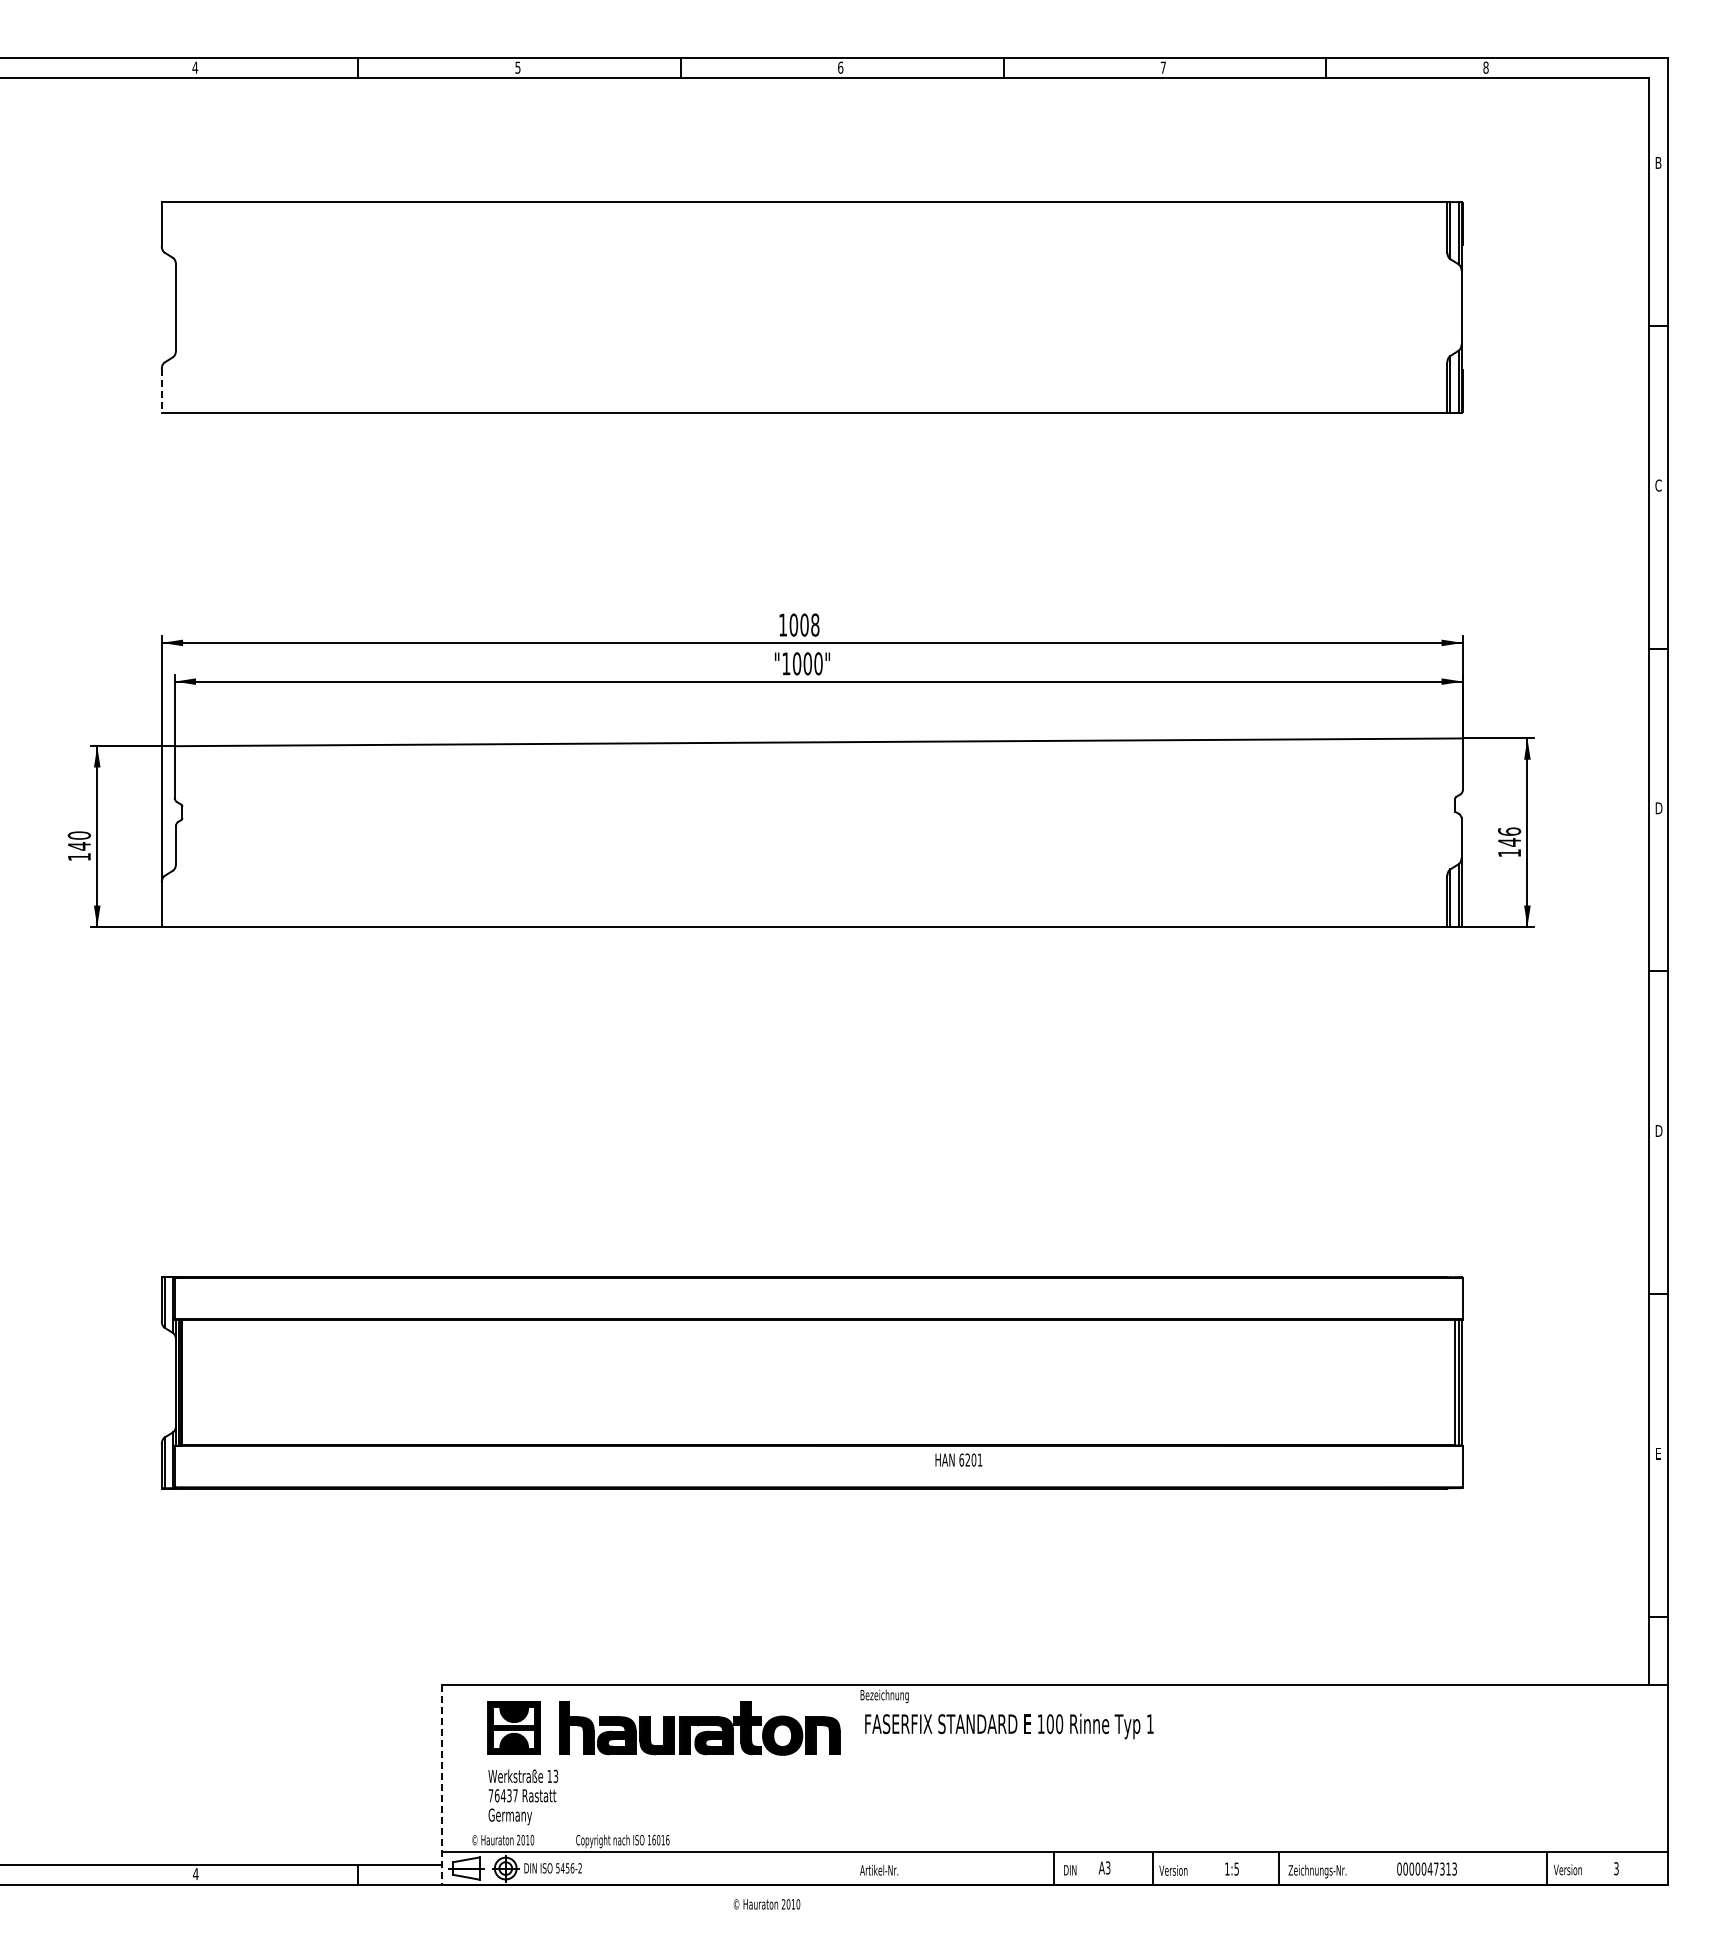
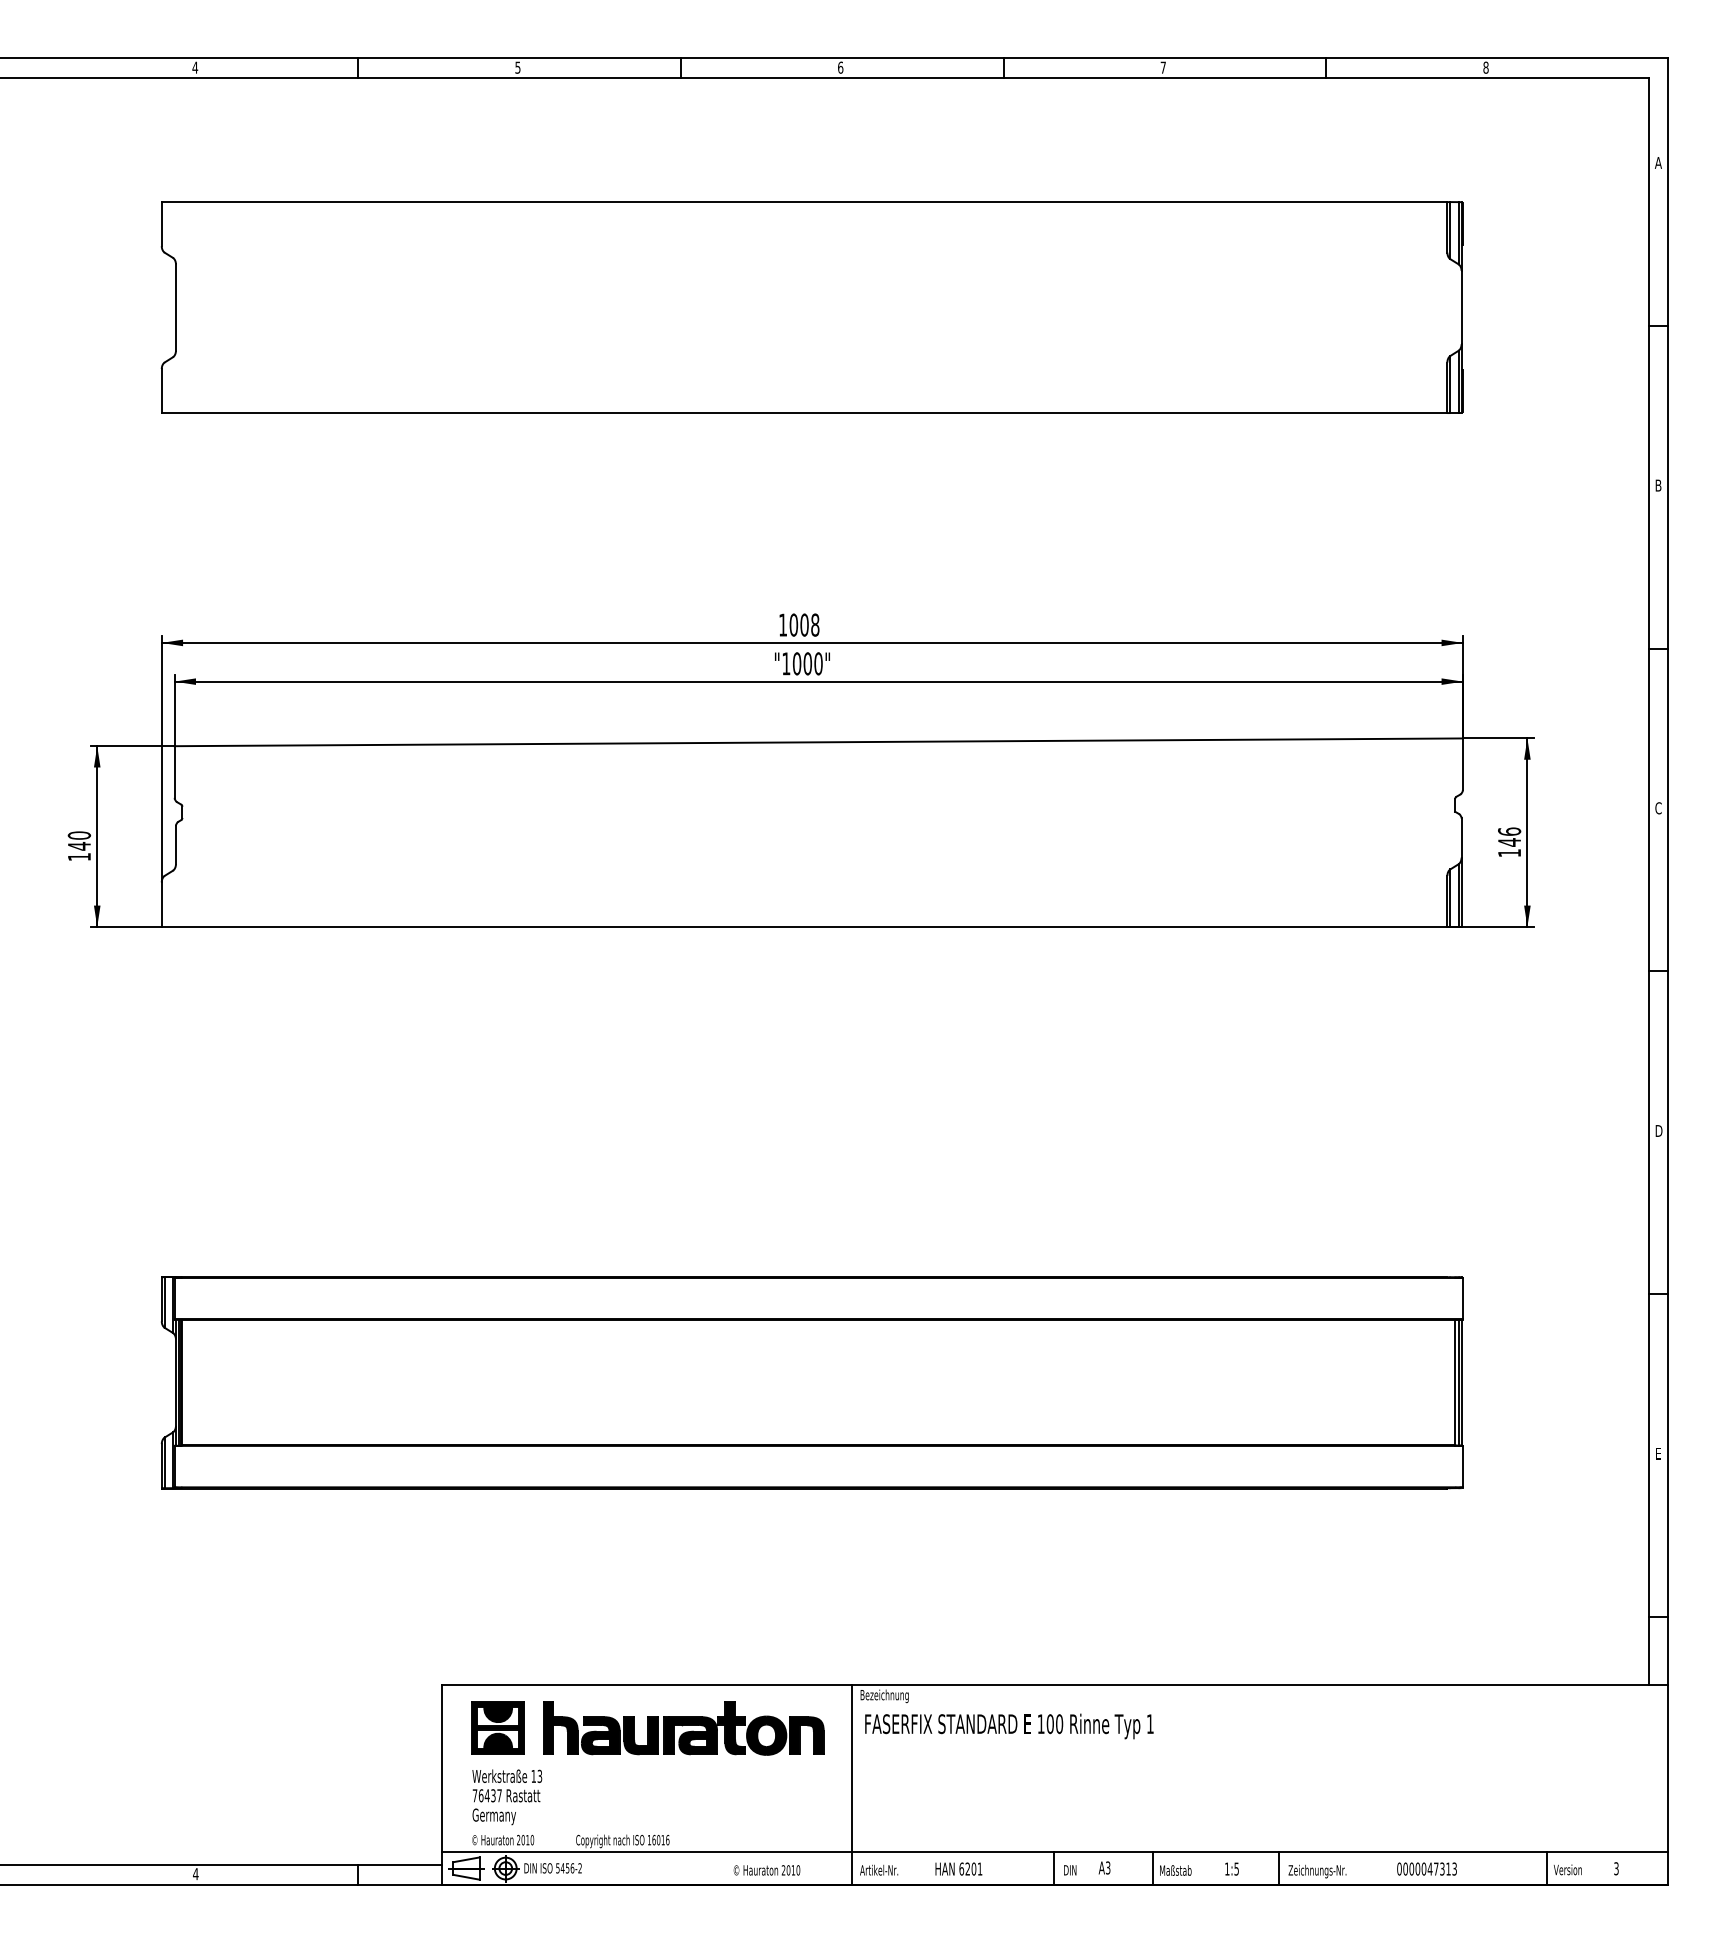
text at (1657, 162): B -> A
line at (161, 391): dashed -> solid
text at (1658, 485): C -> B
text at (1658, 808): D -> C
text at (958, 1459) position: (958, 1459) -> (958, 1868)
part at (663, 1754) position: (663, 1754) -> (647, 1754)
line at (851, 1784): none -> present
line at (442, 1785): dashed -> solid
text at (1175, 1870): Version -> Maßstab
text at (766, 1904) position: (766, 1904) -> (766, 1870)
